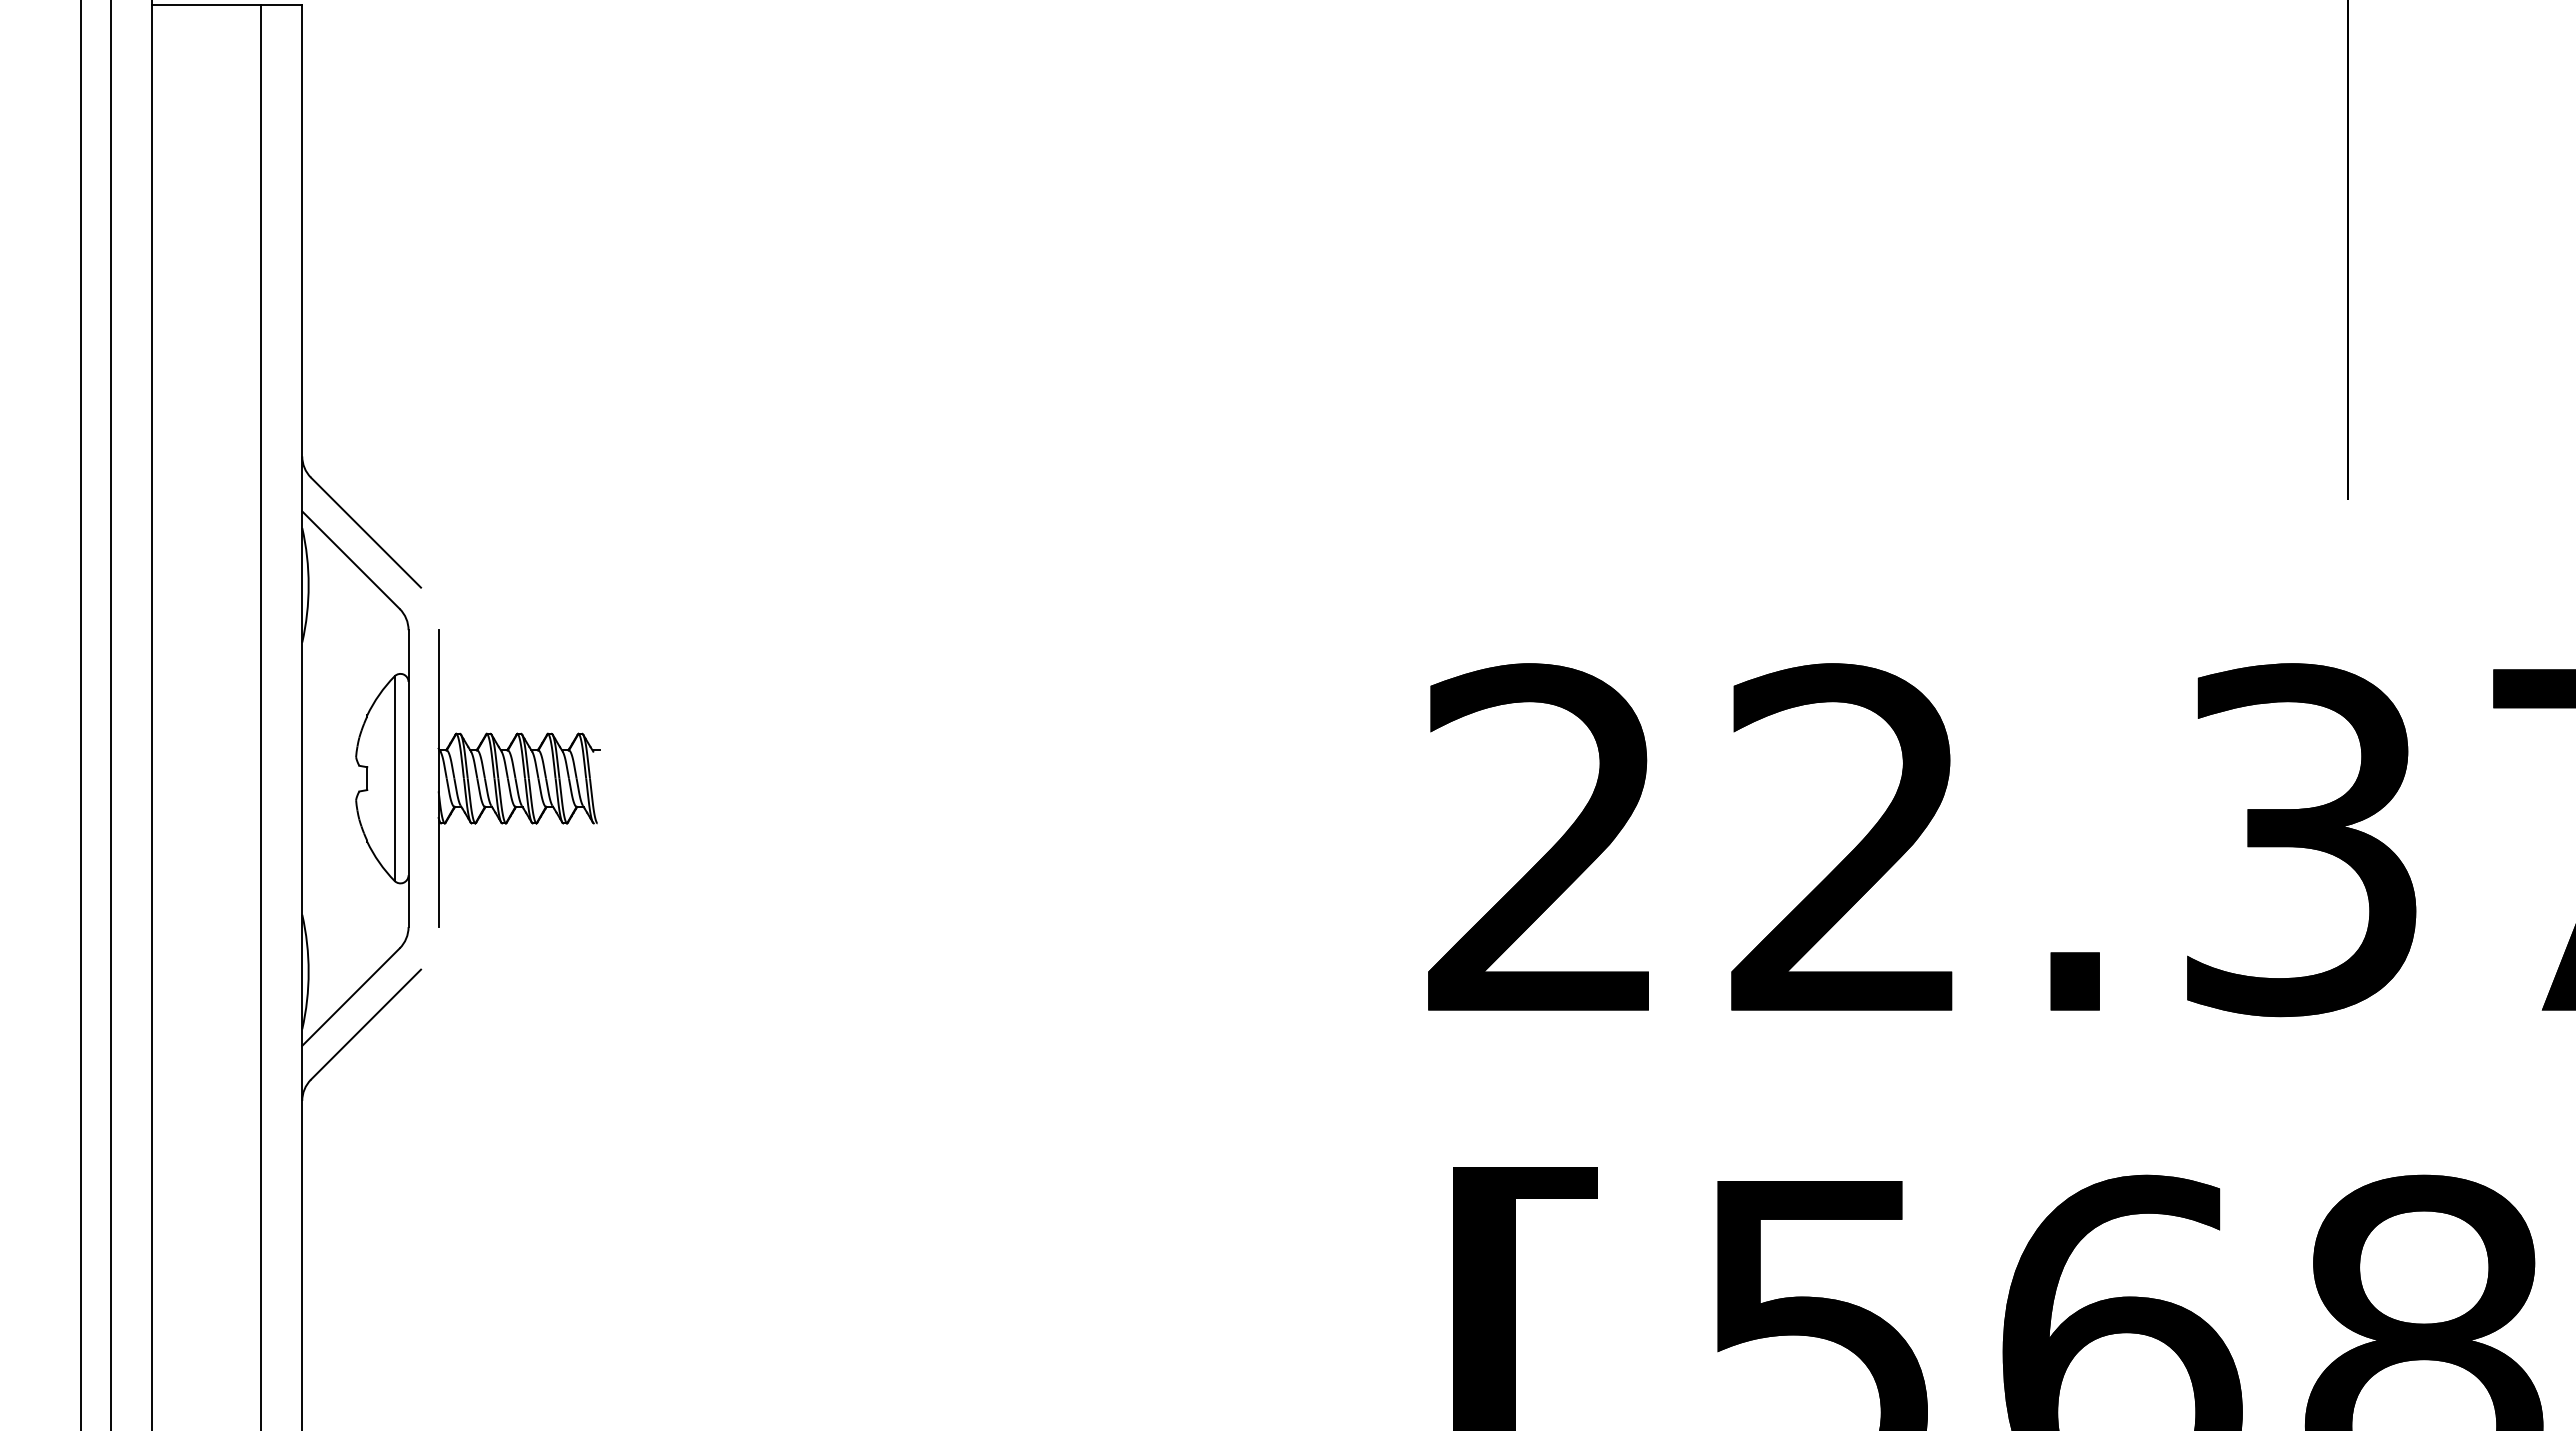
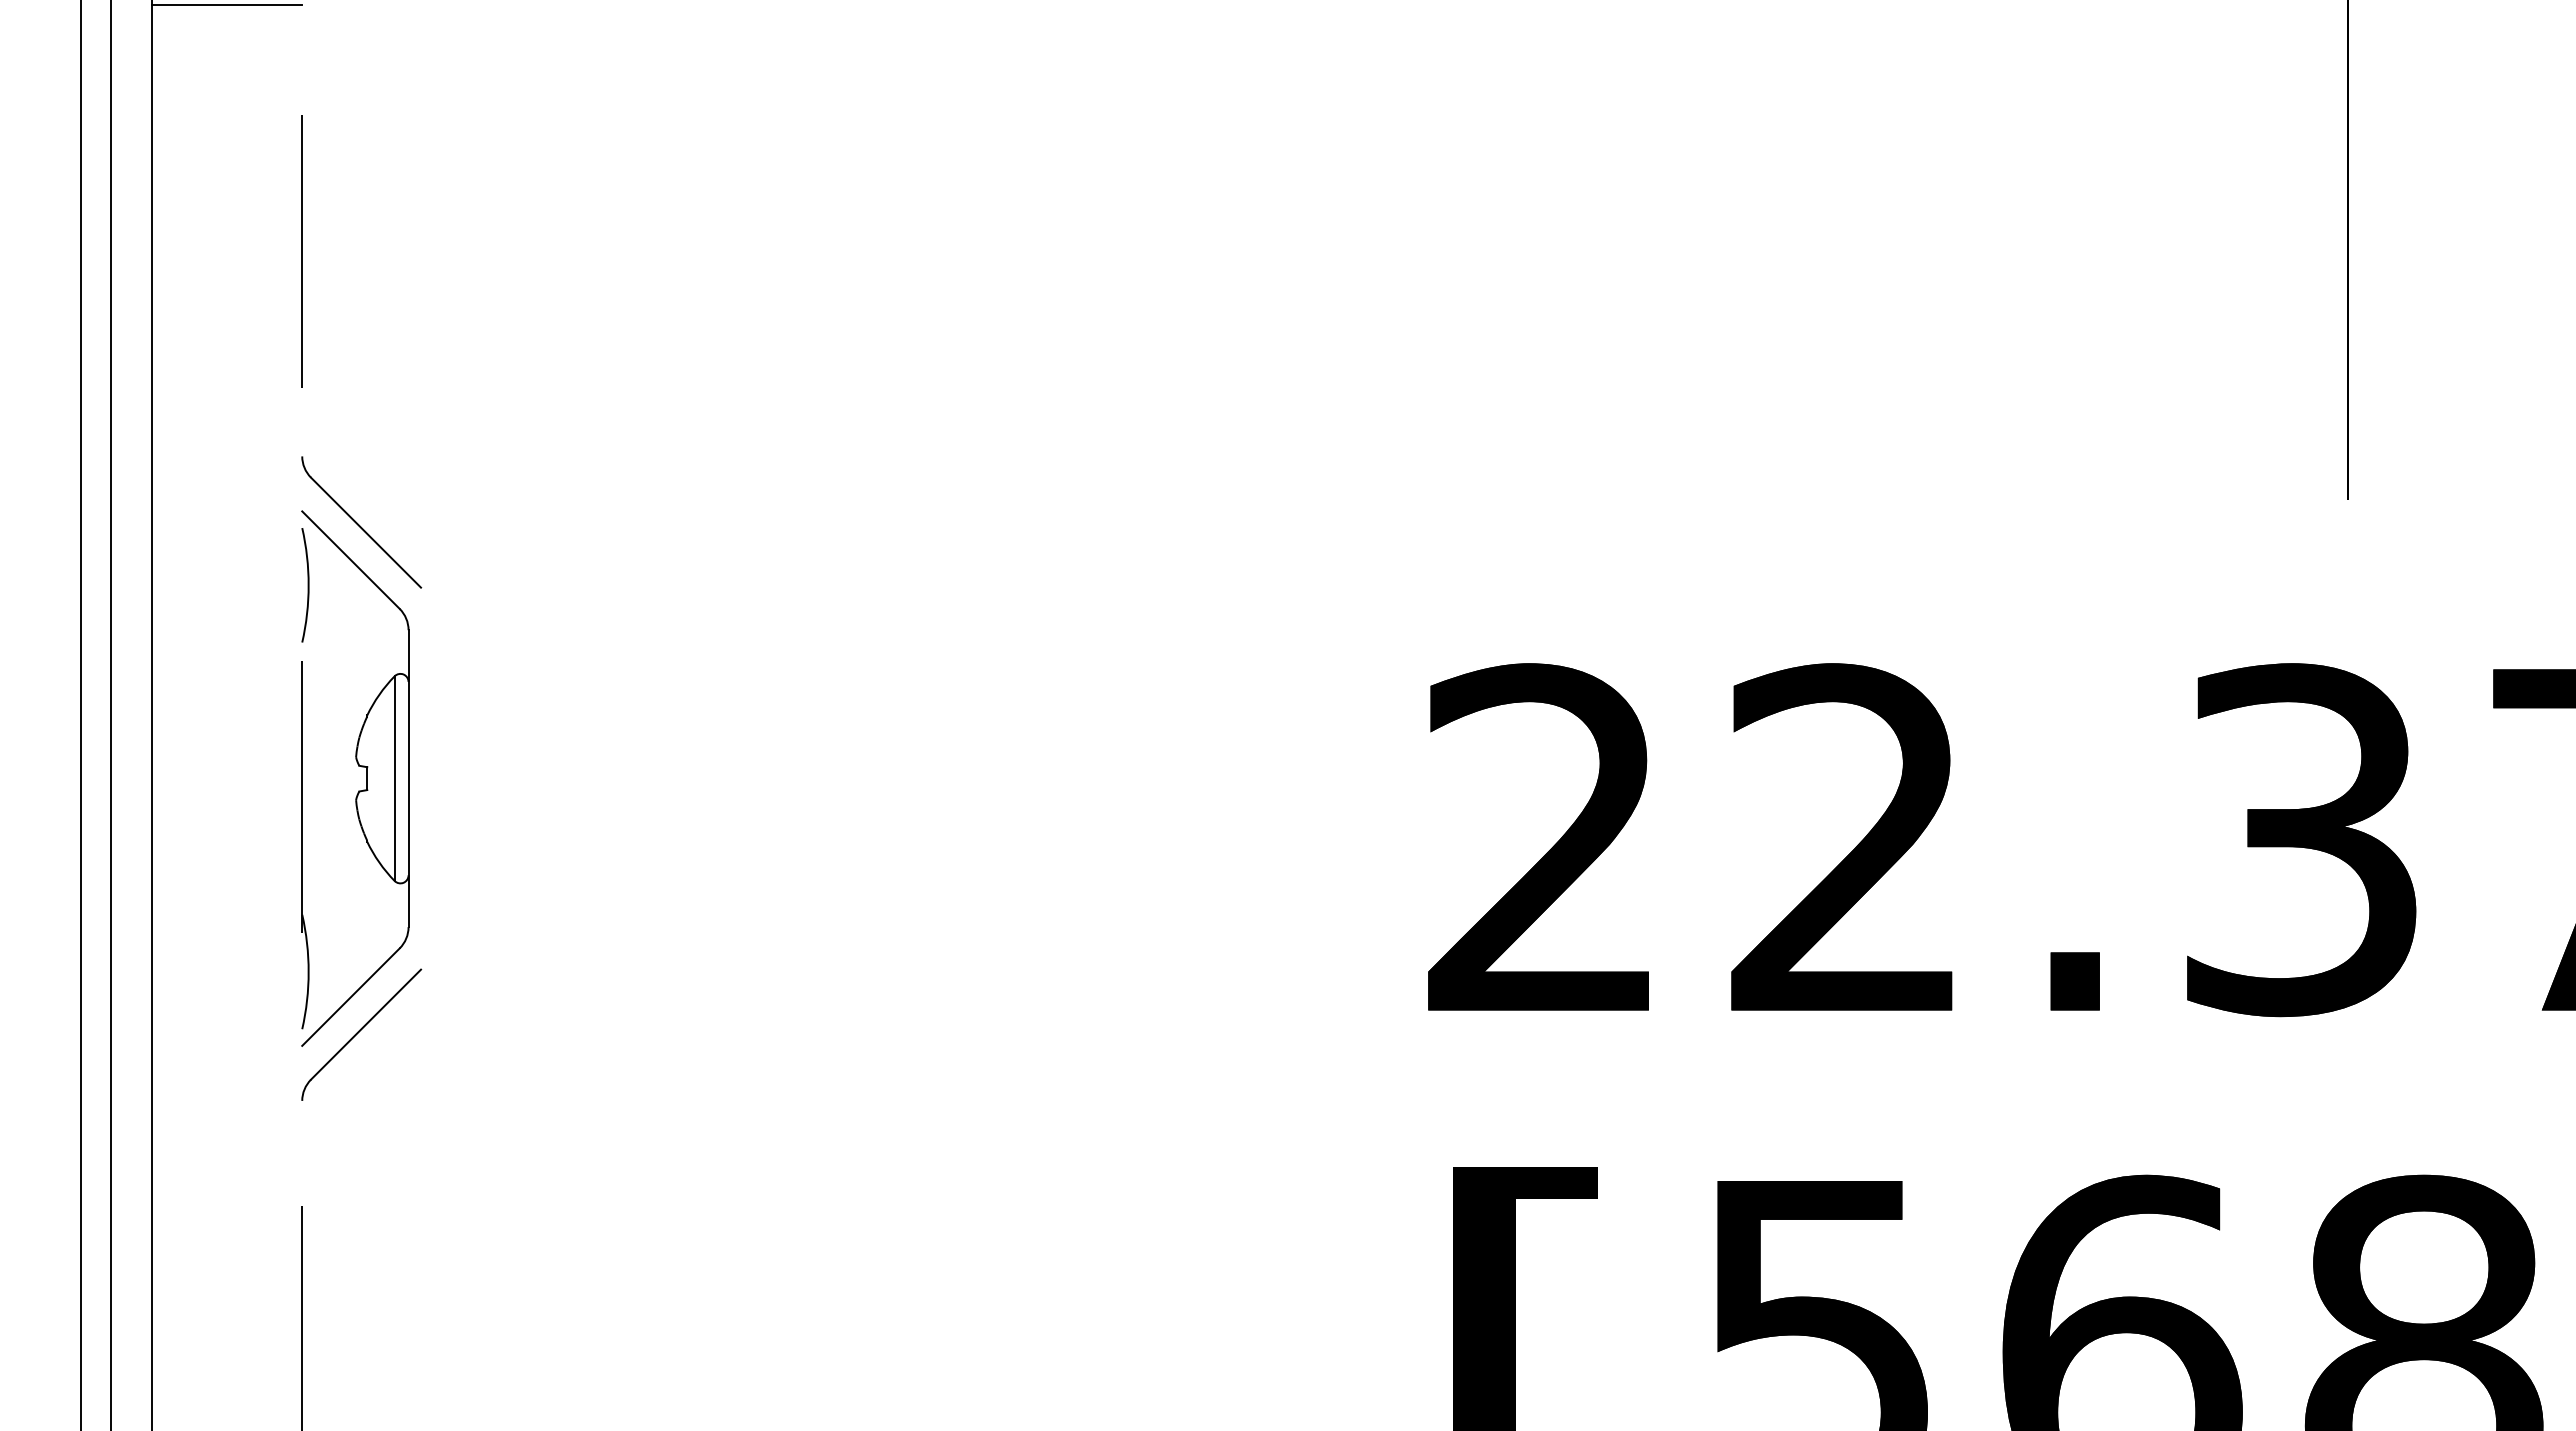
line at (261, 716): present -> none
line at (302, 718): solid -> dashed
part at (518, 778): present -> none
